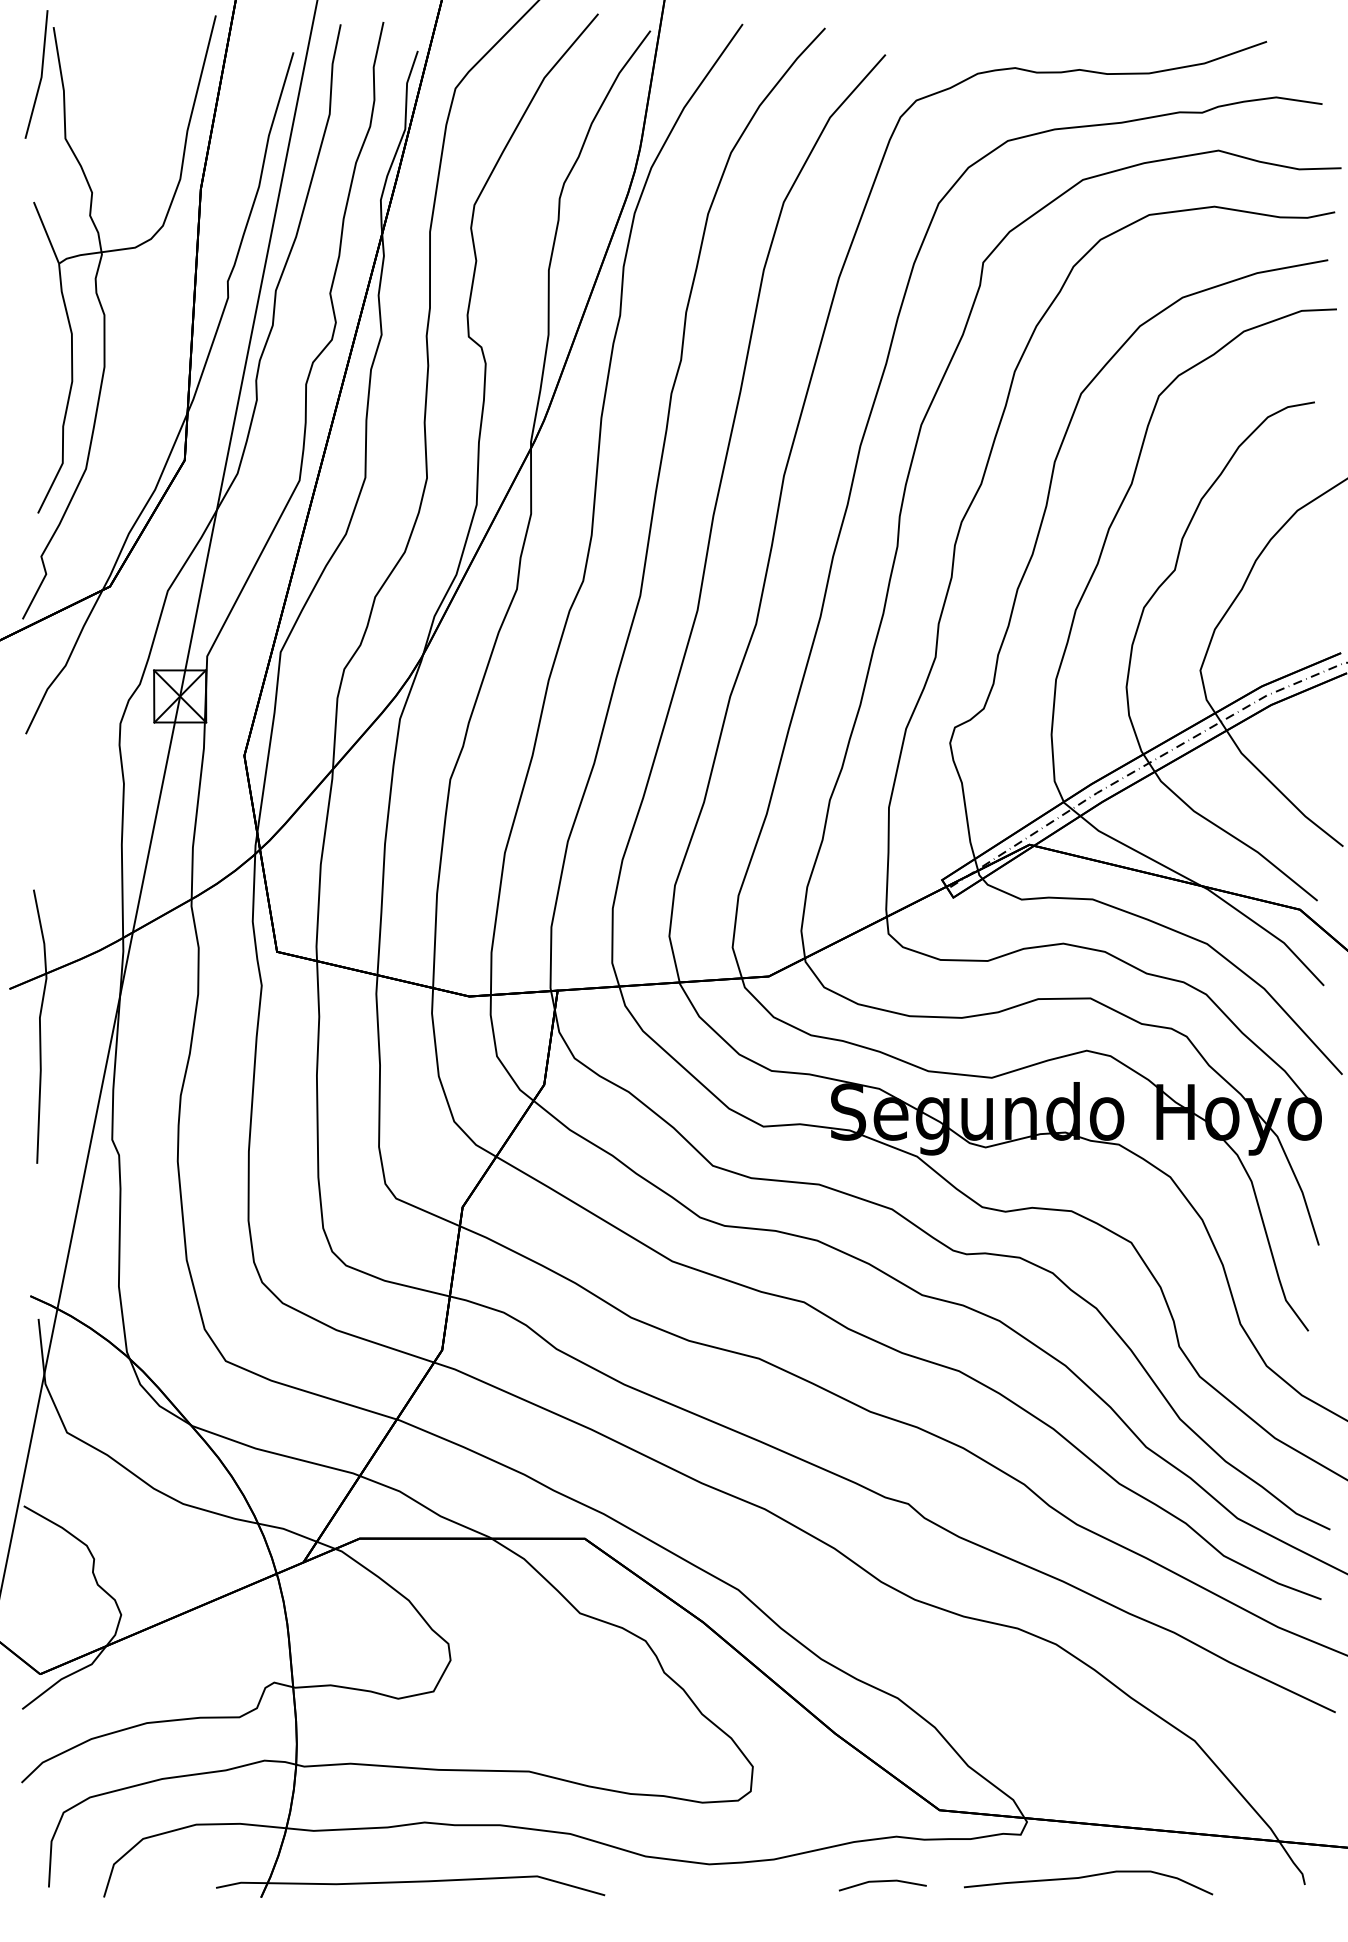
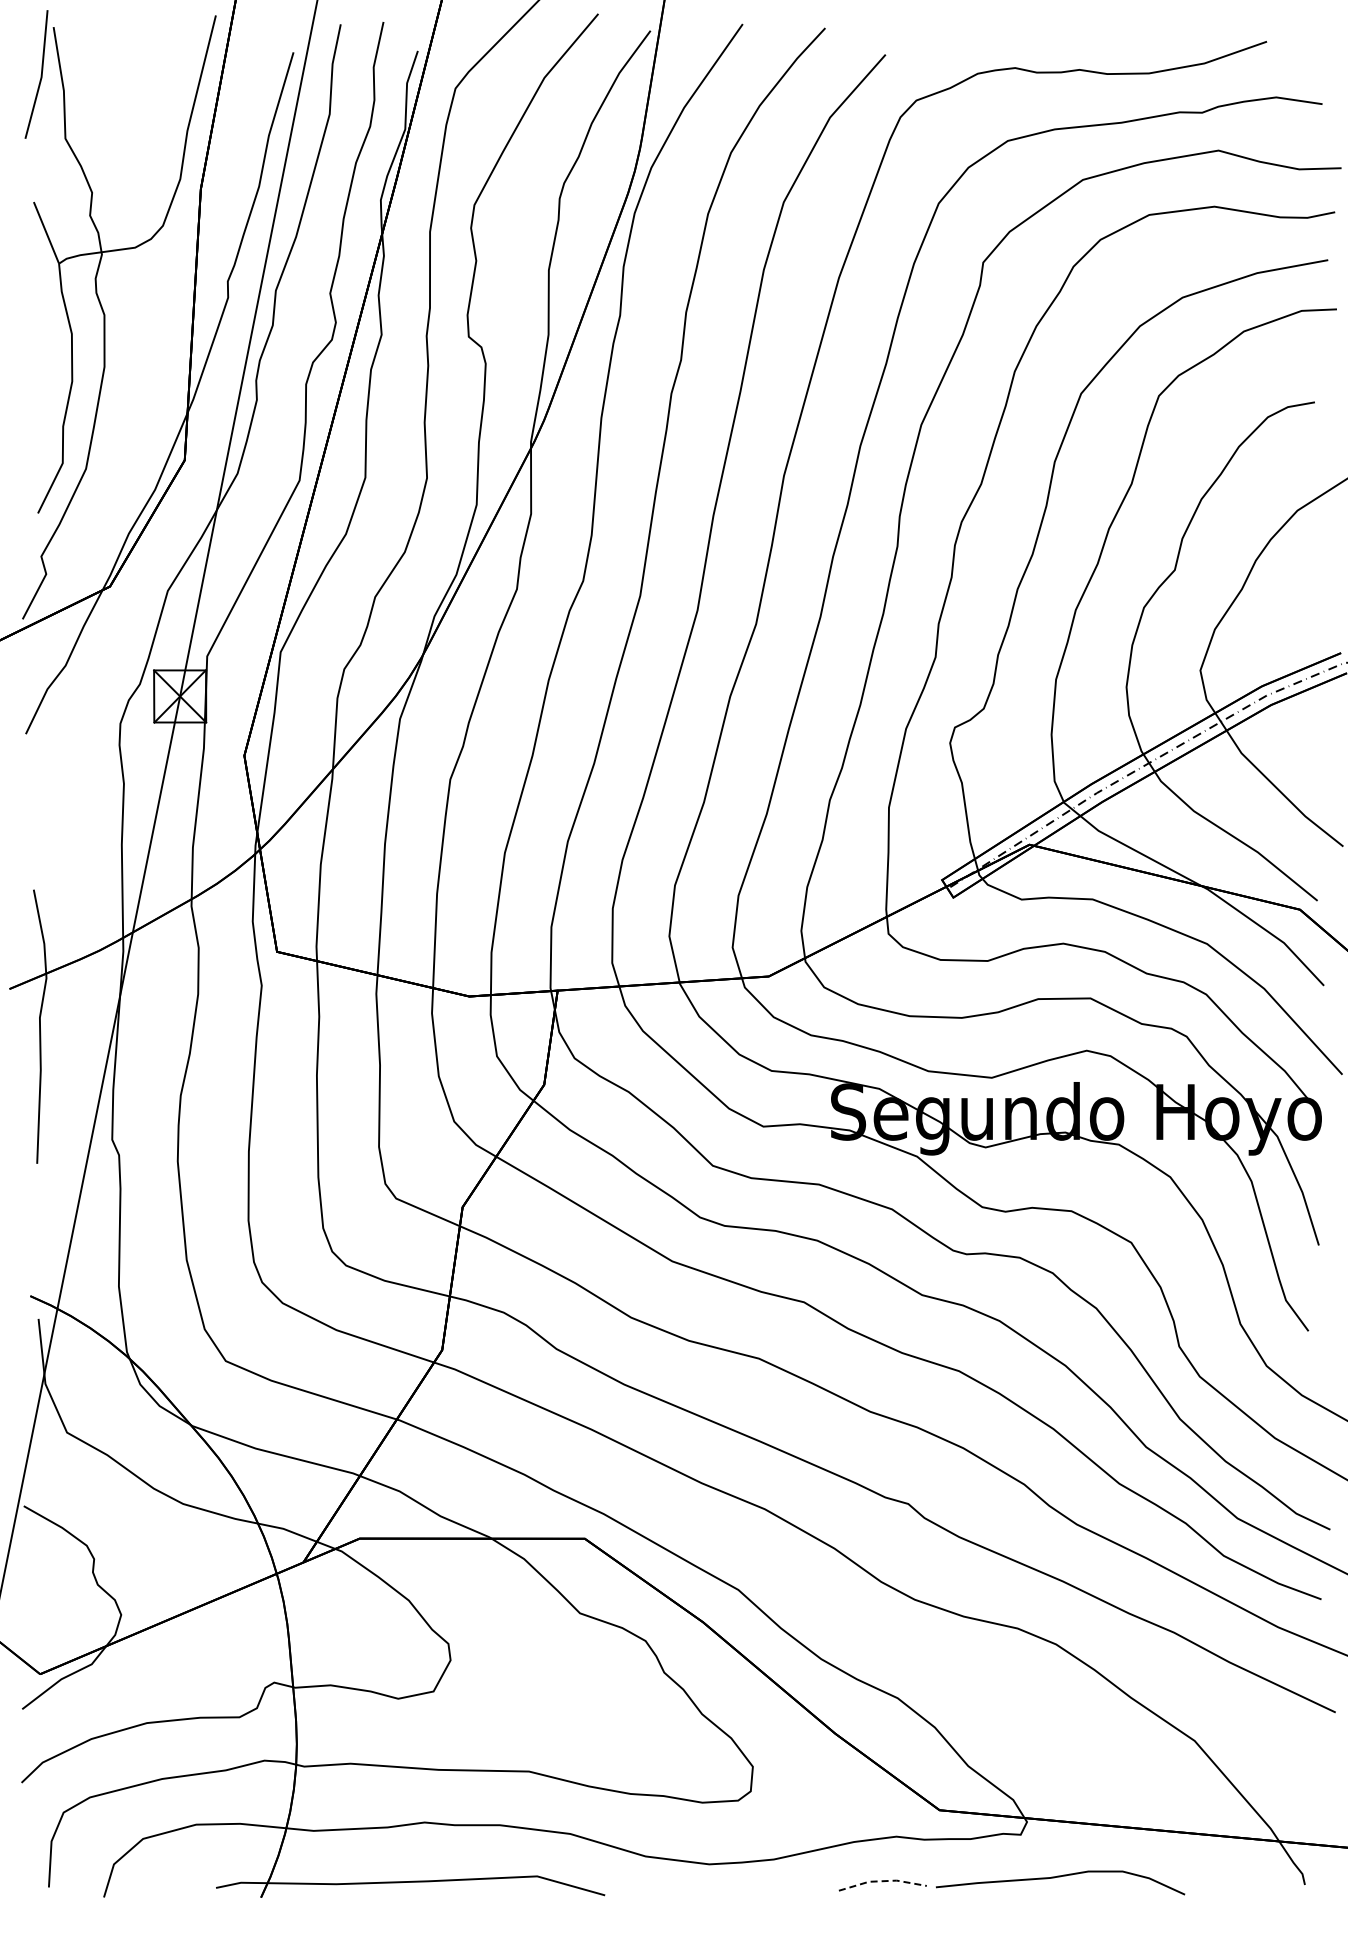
curve at (1088, 1877) position: (1088, 1877) -> (1060, 1877)
line at (882, 1881): solid -> dashed
